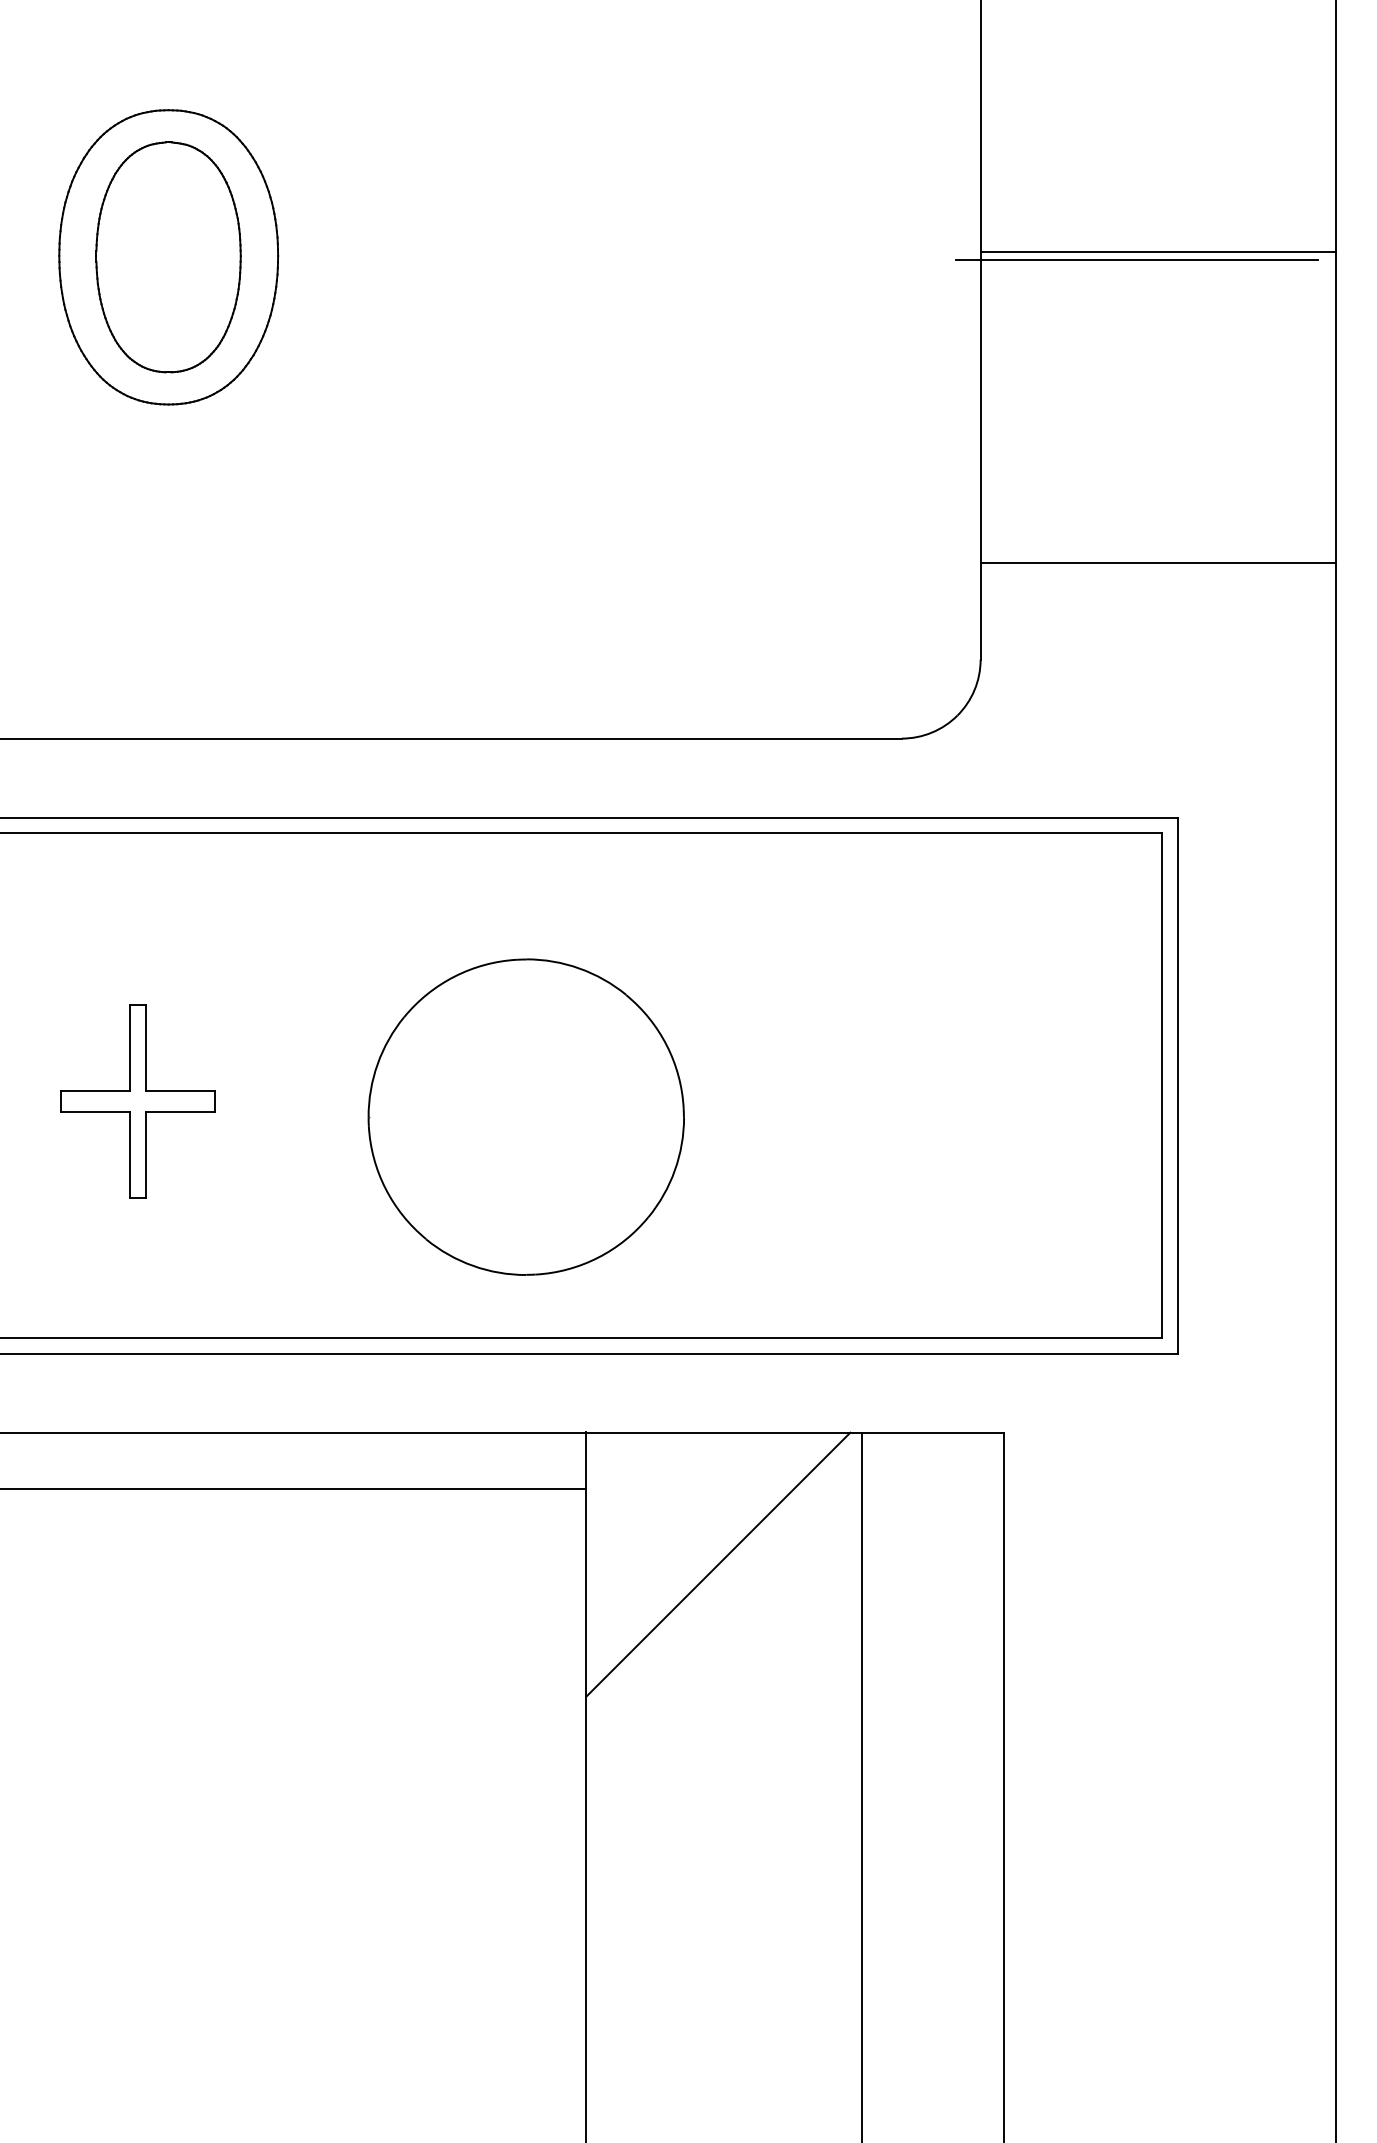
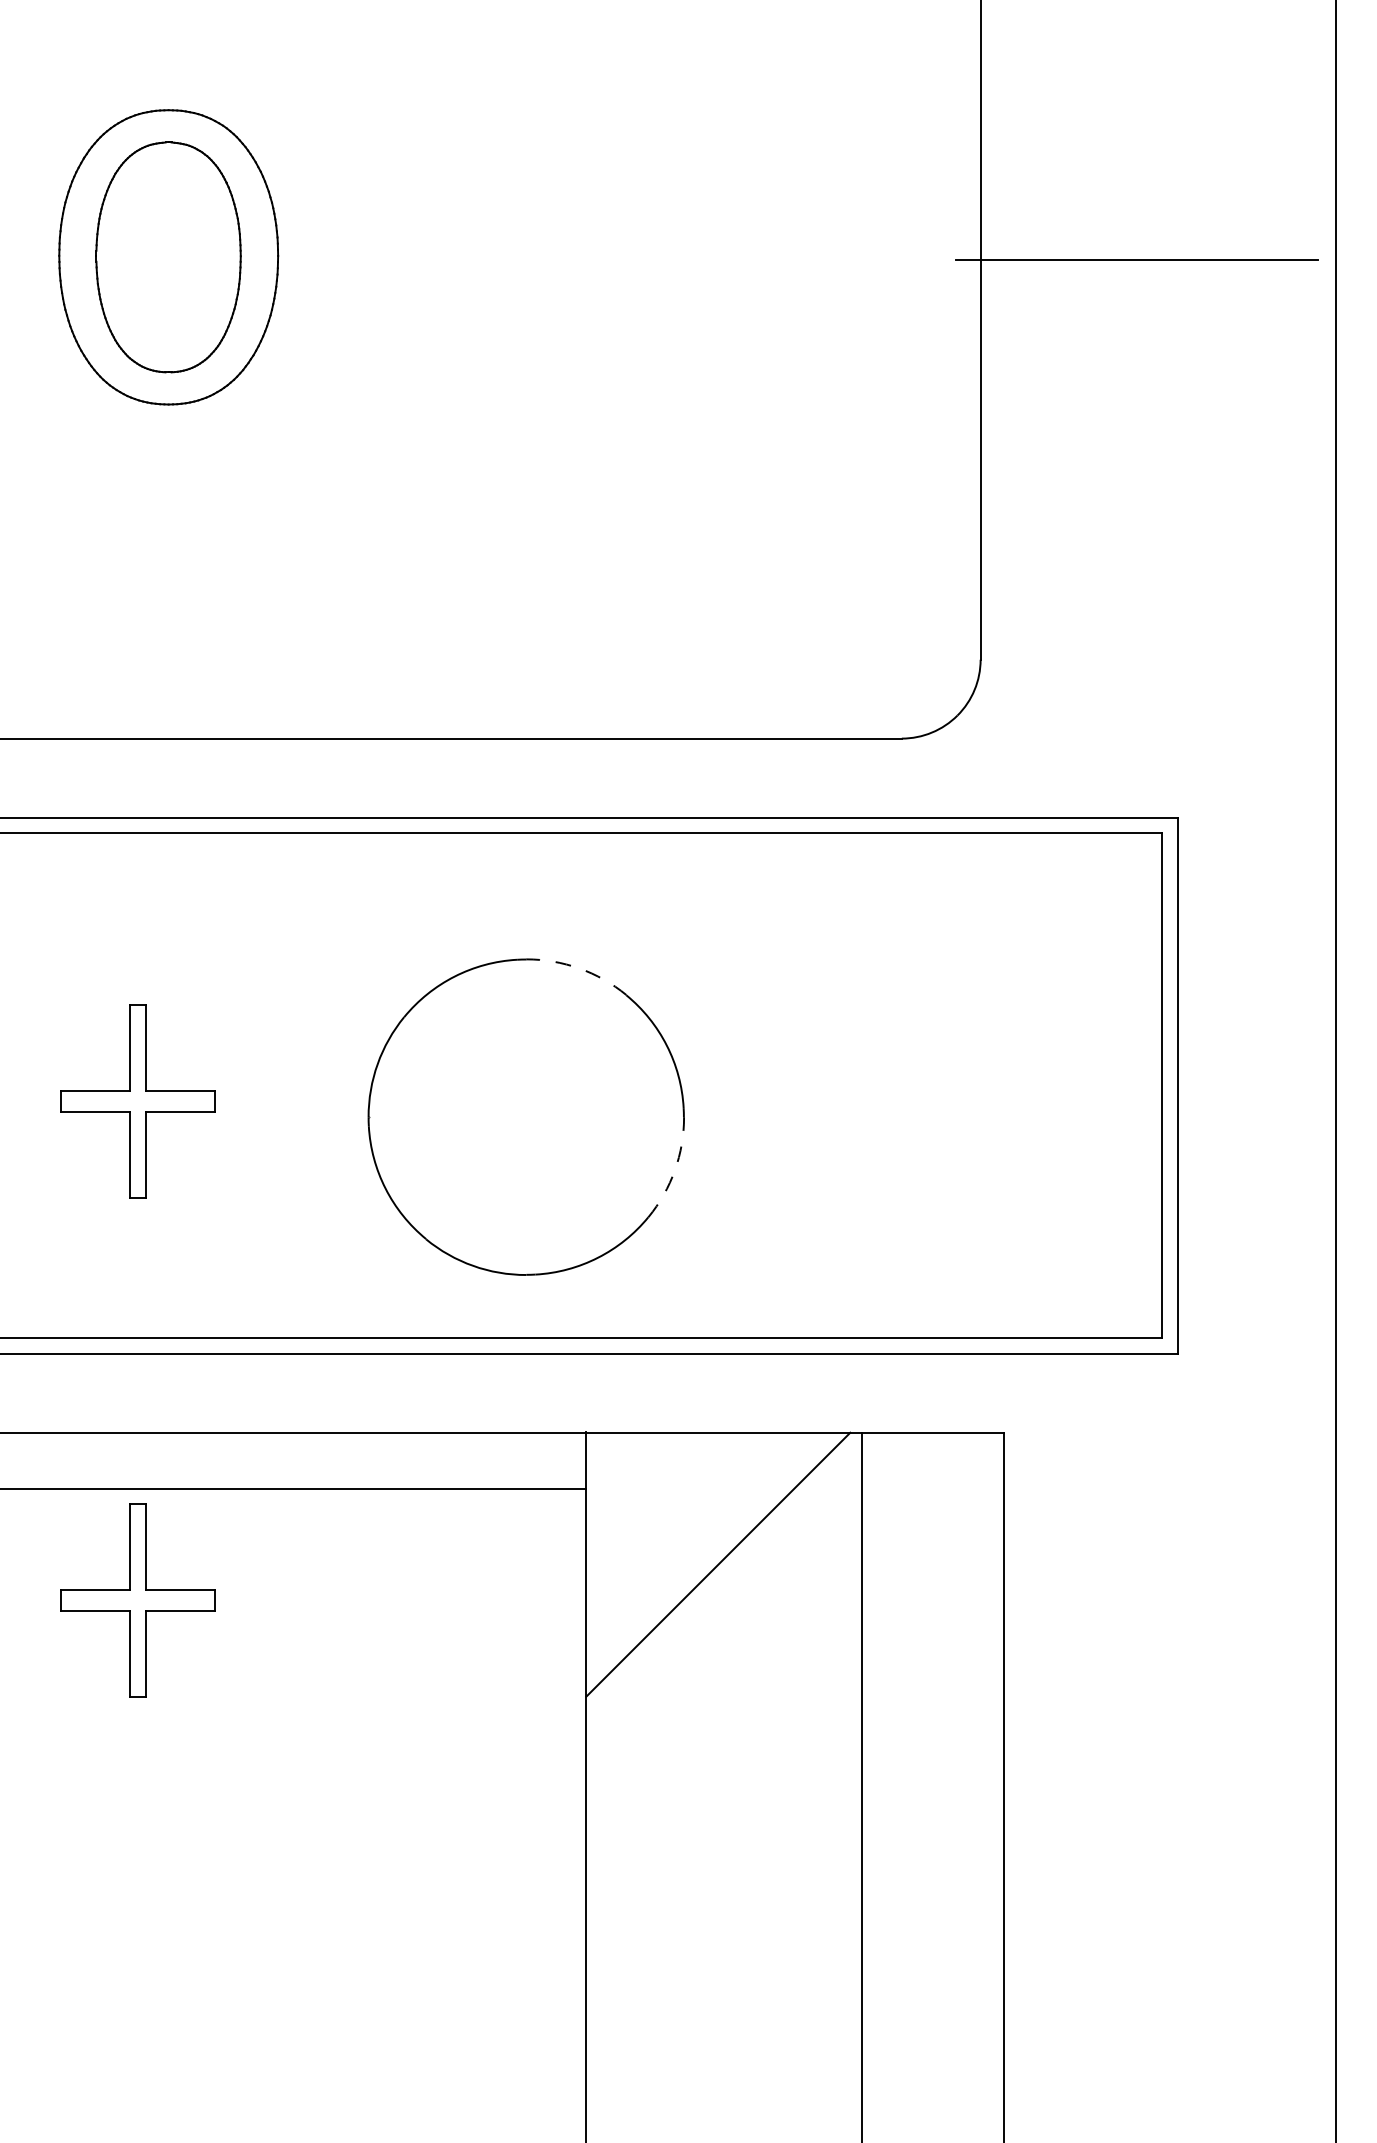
line at (1157, 251): present -> none
line at (1157, 563): present -> none
arc at (579, 968): solid -> dashed
arc at (674, 1170): solid -> dashed
part at (137, 1600): none -> present
